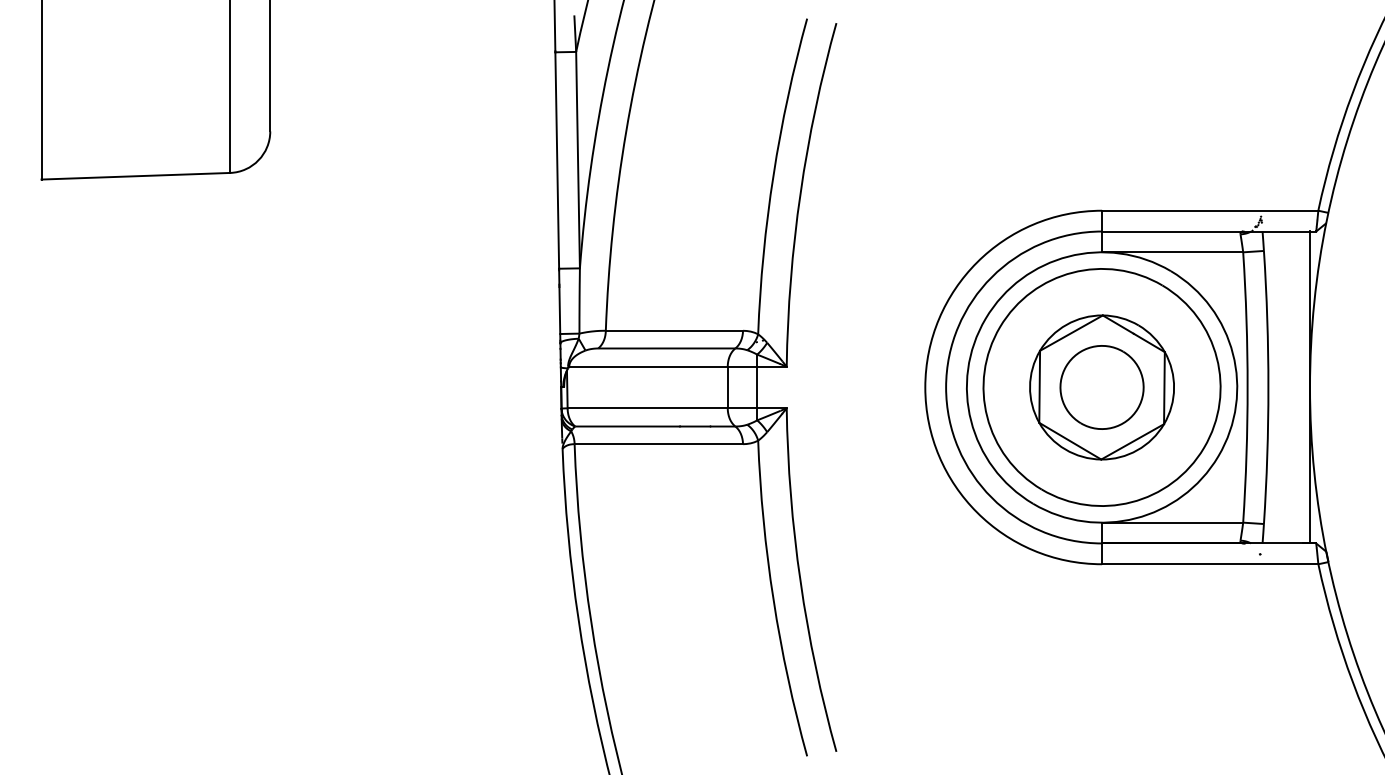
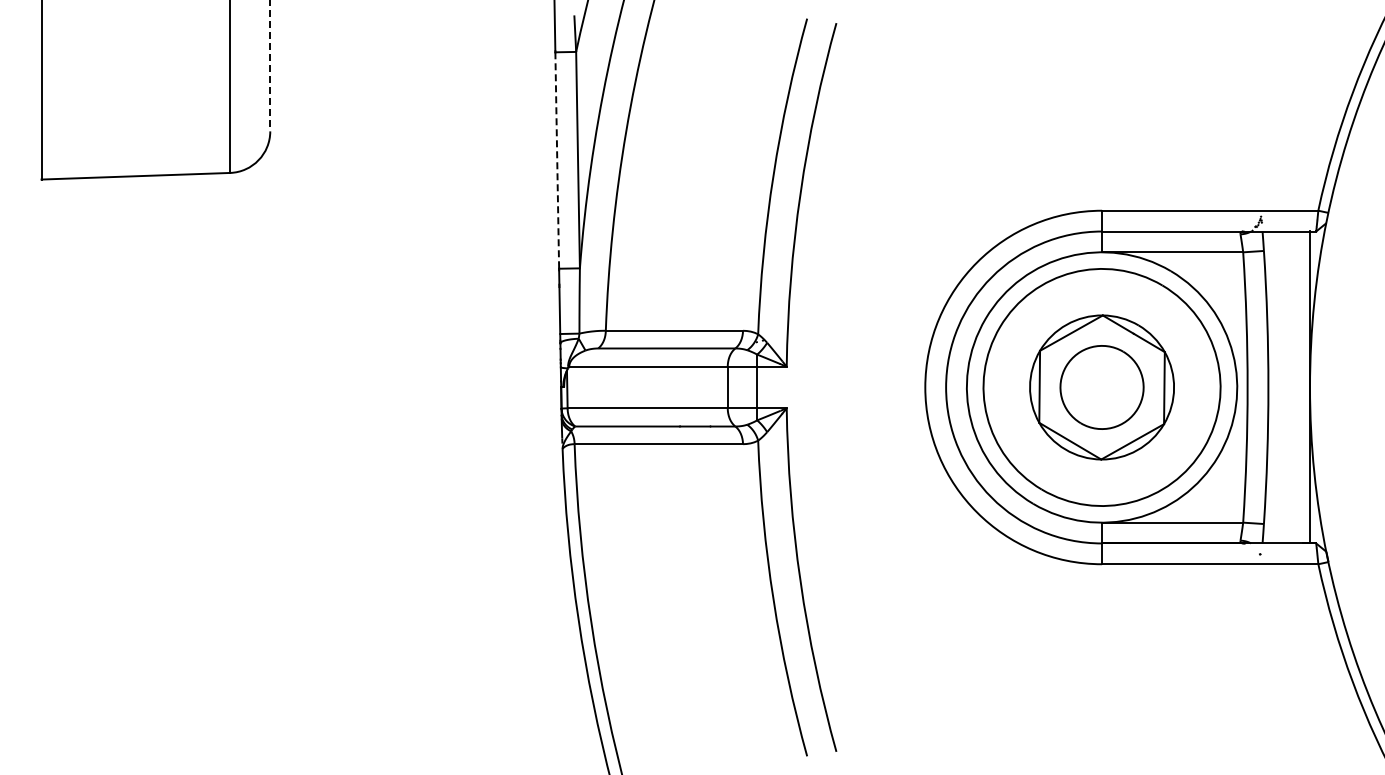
line at (270, 66): solid -> dashed
line at (557, 161): solid -> dashed
